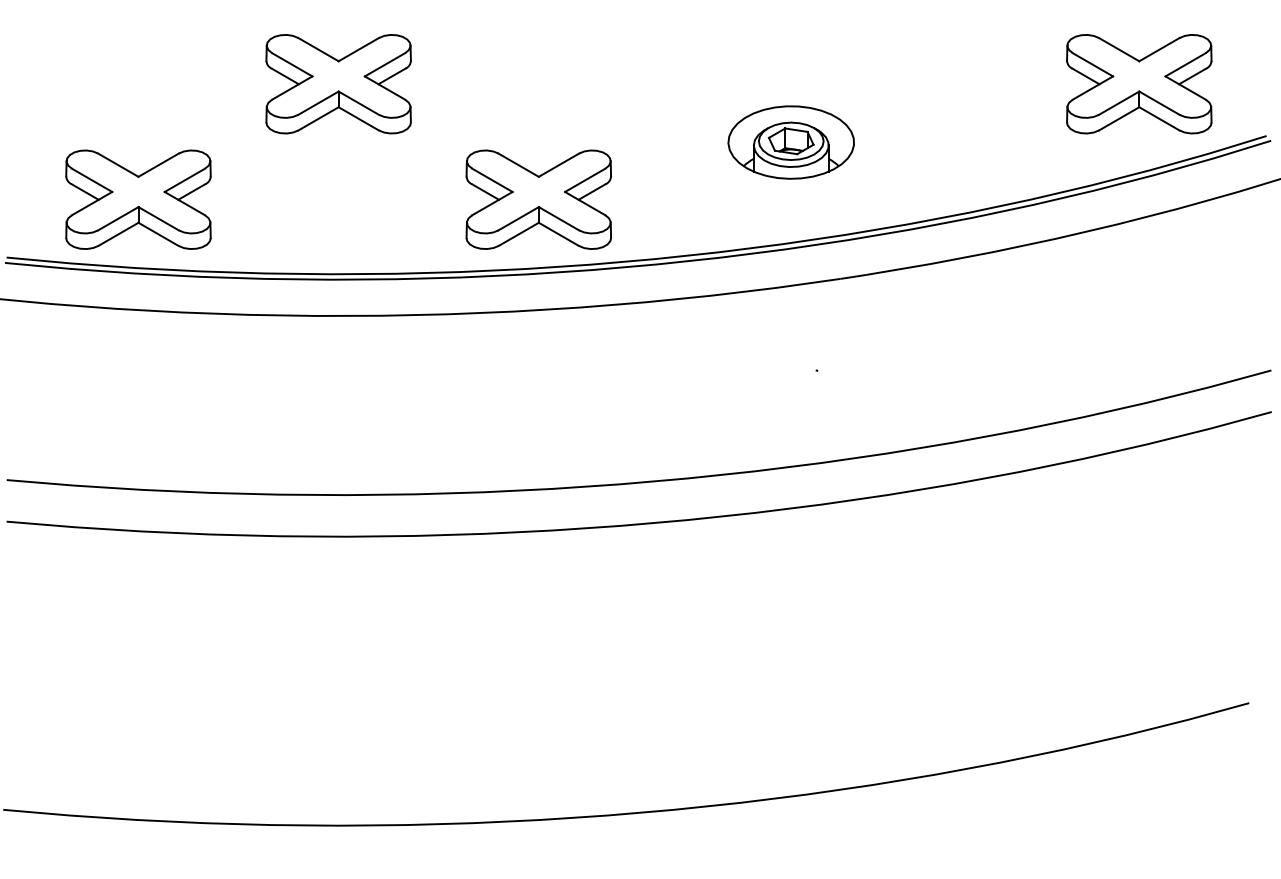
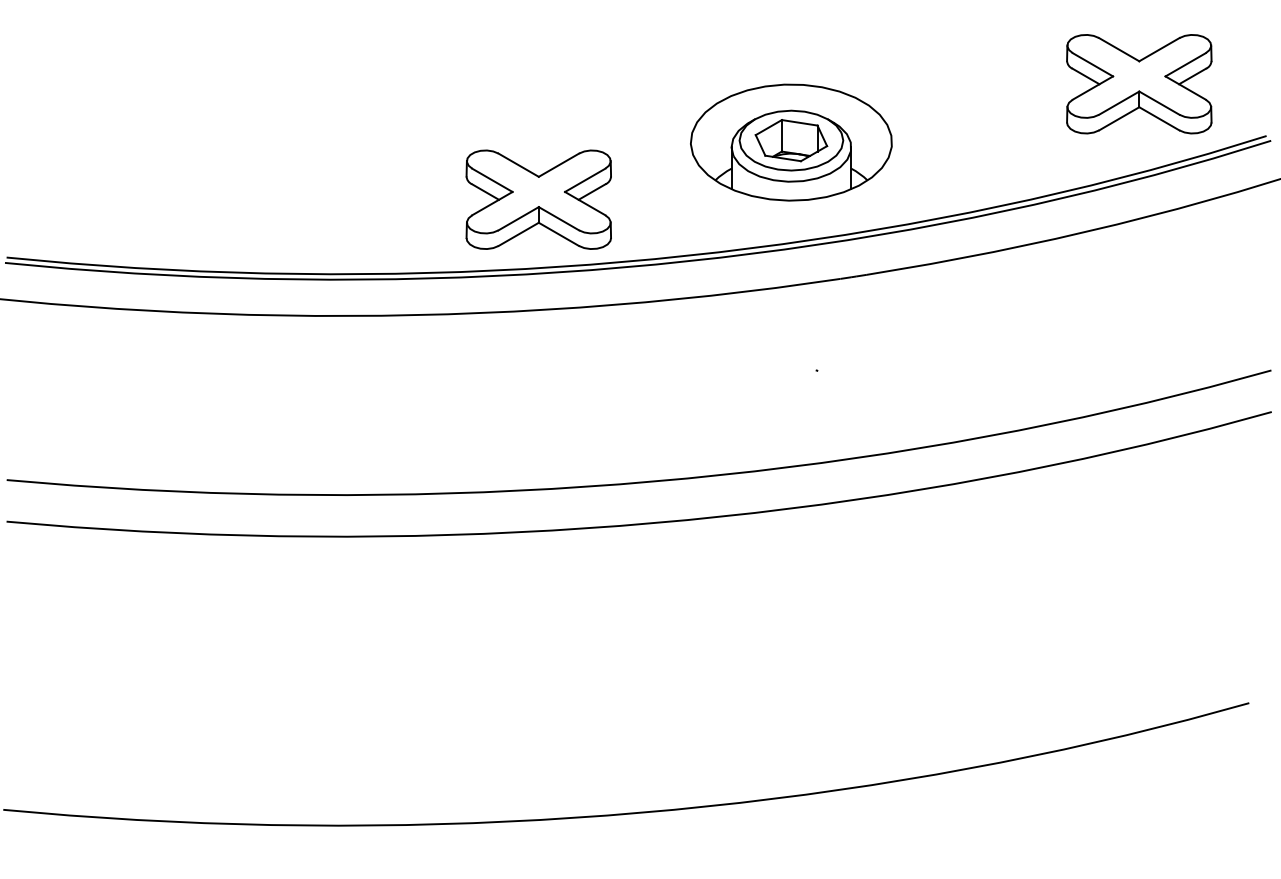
part at (338, 84): present -> none
part at (790, 142) size: 128x75 px -> 203x119 px
part at (138, 199): present -> none
